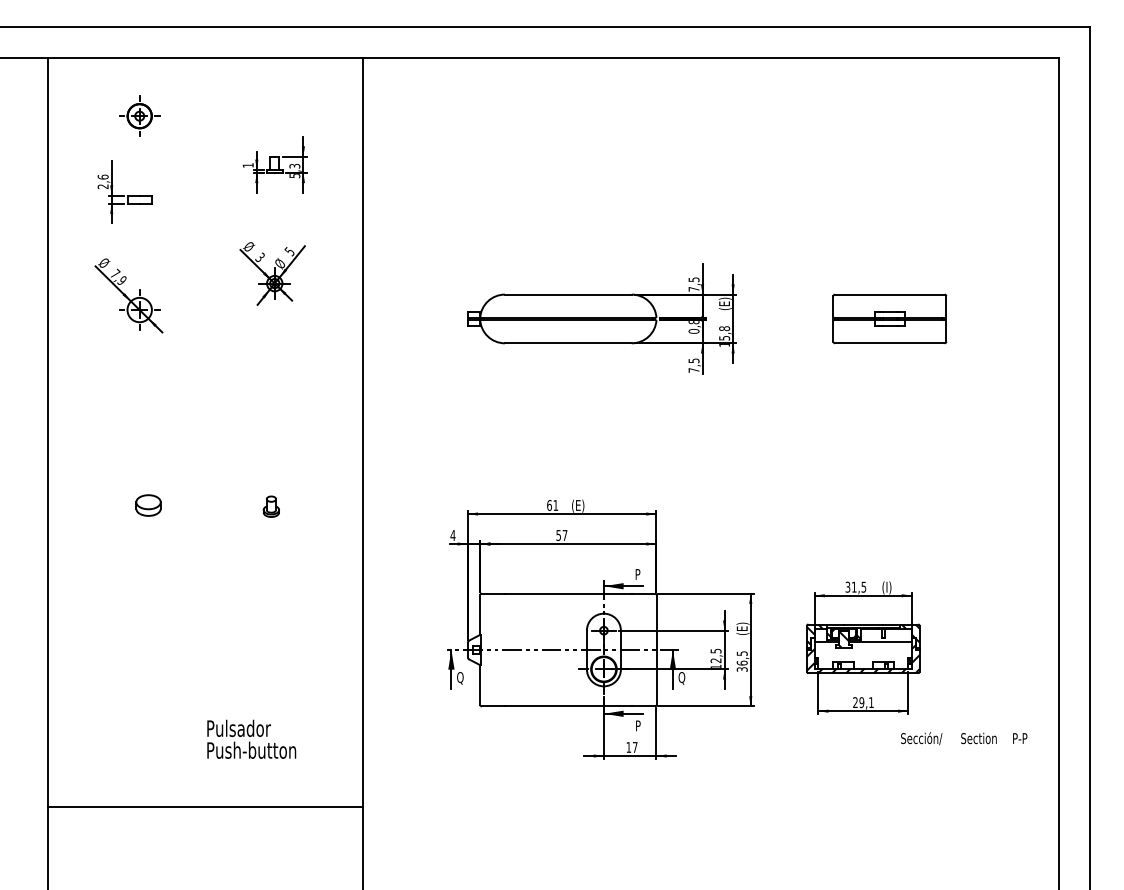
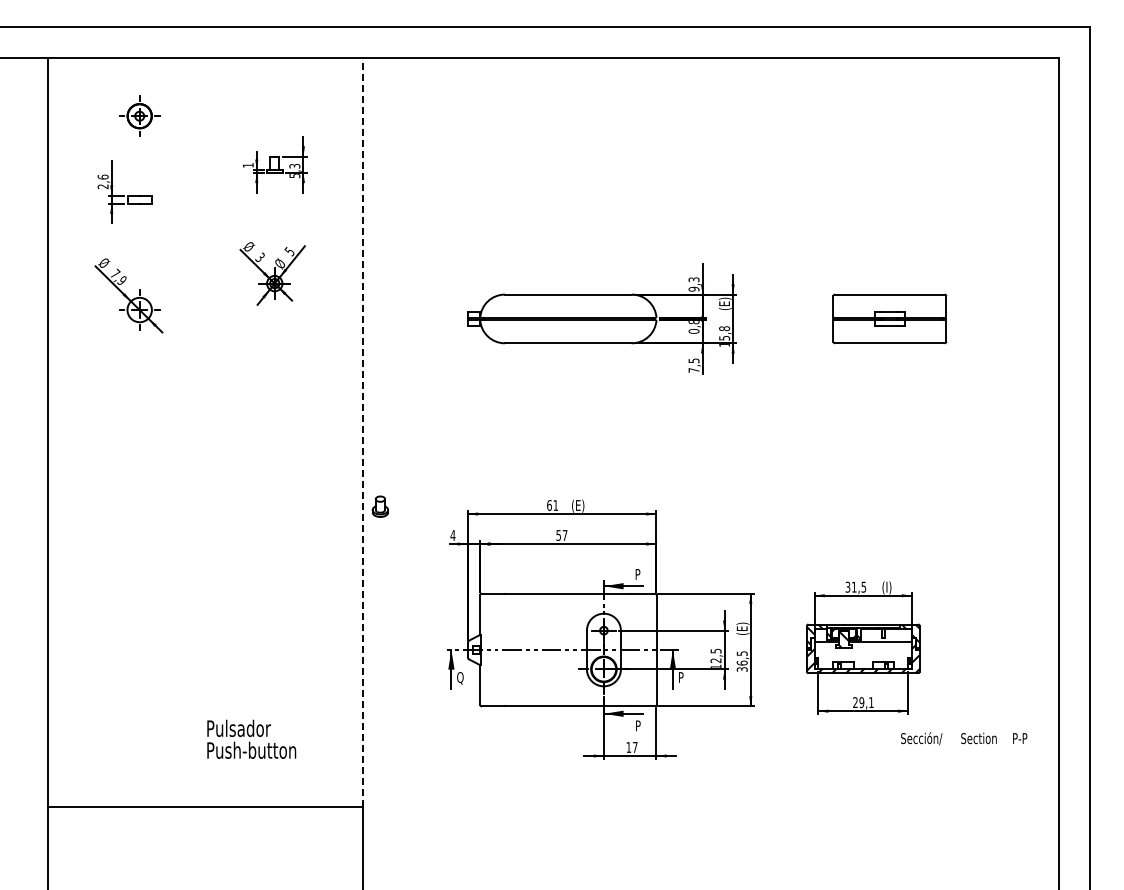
text at (693, 284): 7,5 -> 9,3
line at (363, 431): solid -> dashed
part at (148, 505): present -> none
part at (270, 506) position: (270, 506) -> (379, 506)
text at (681, 678): Q -> P
